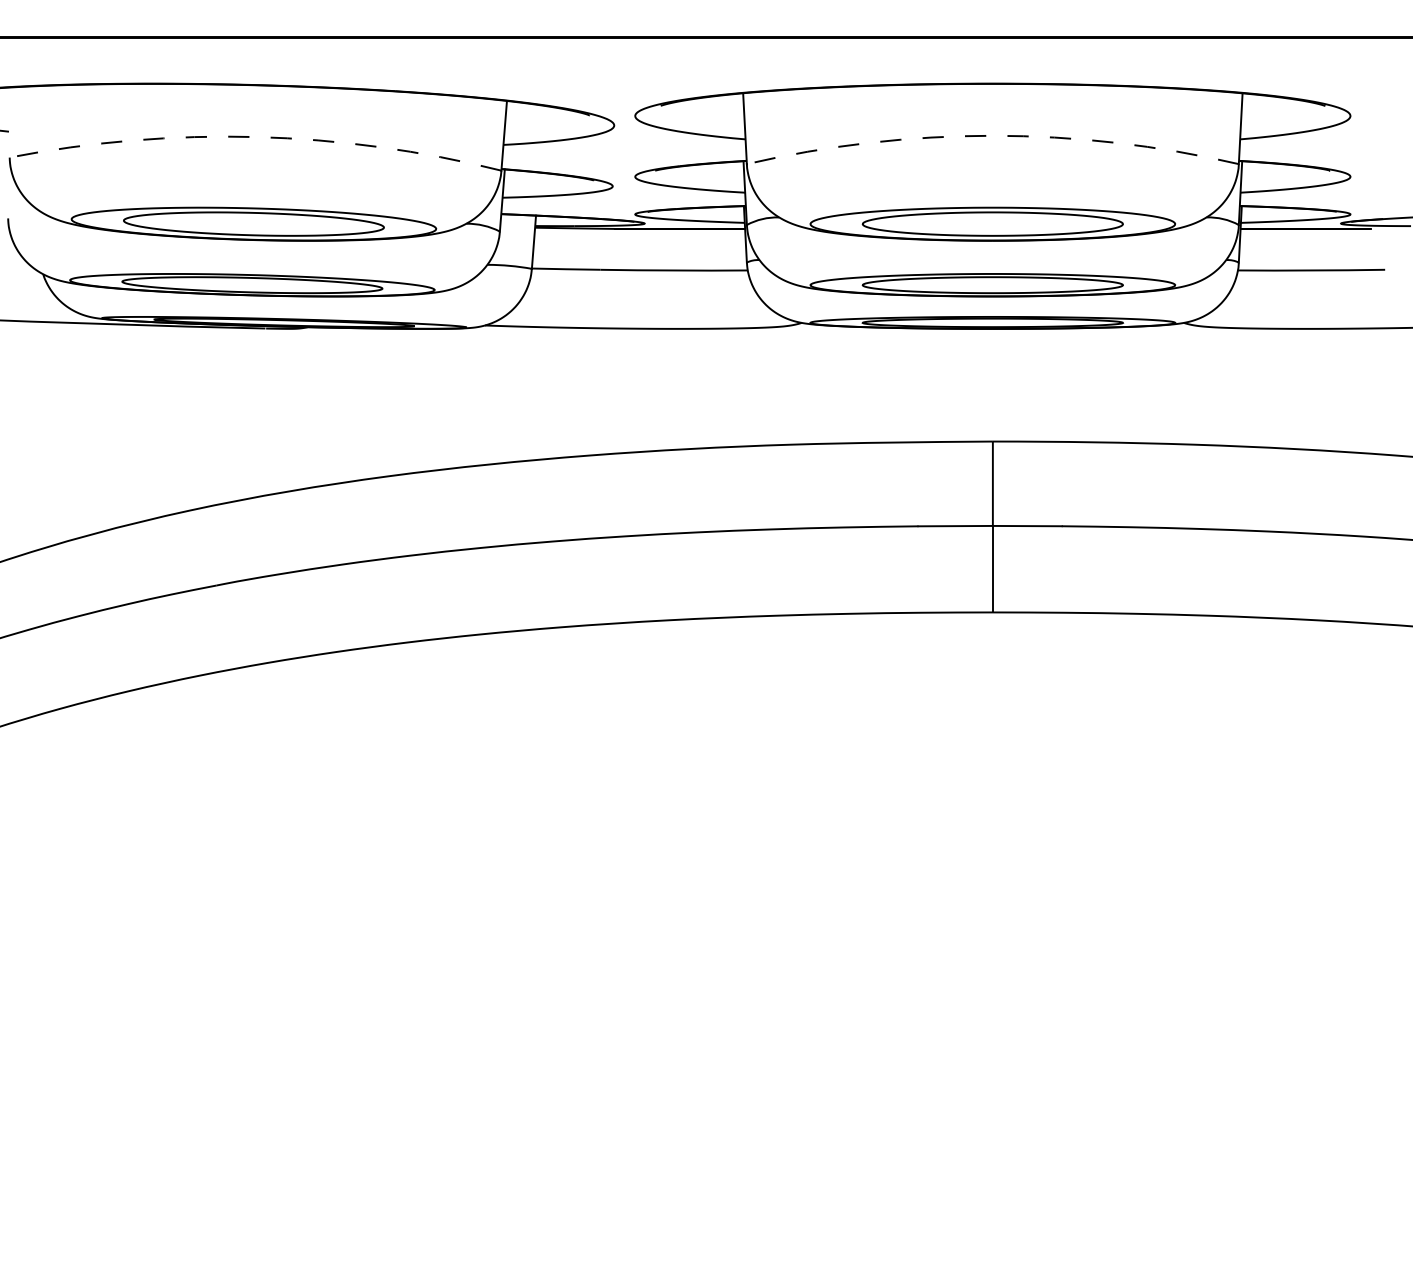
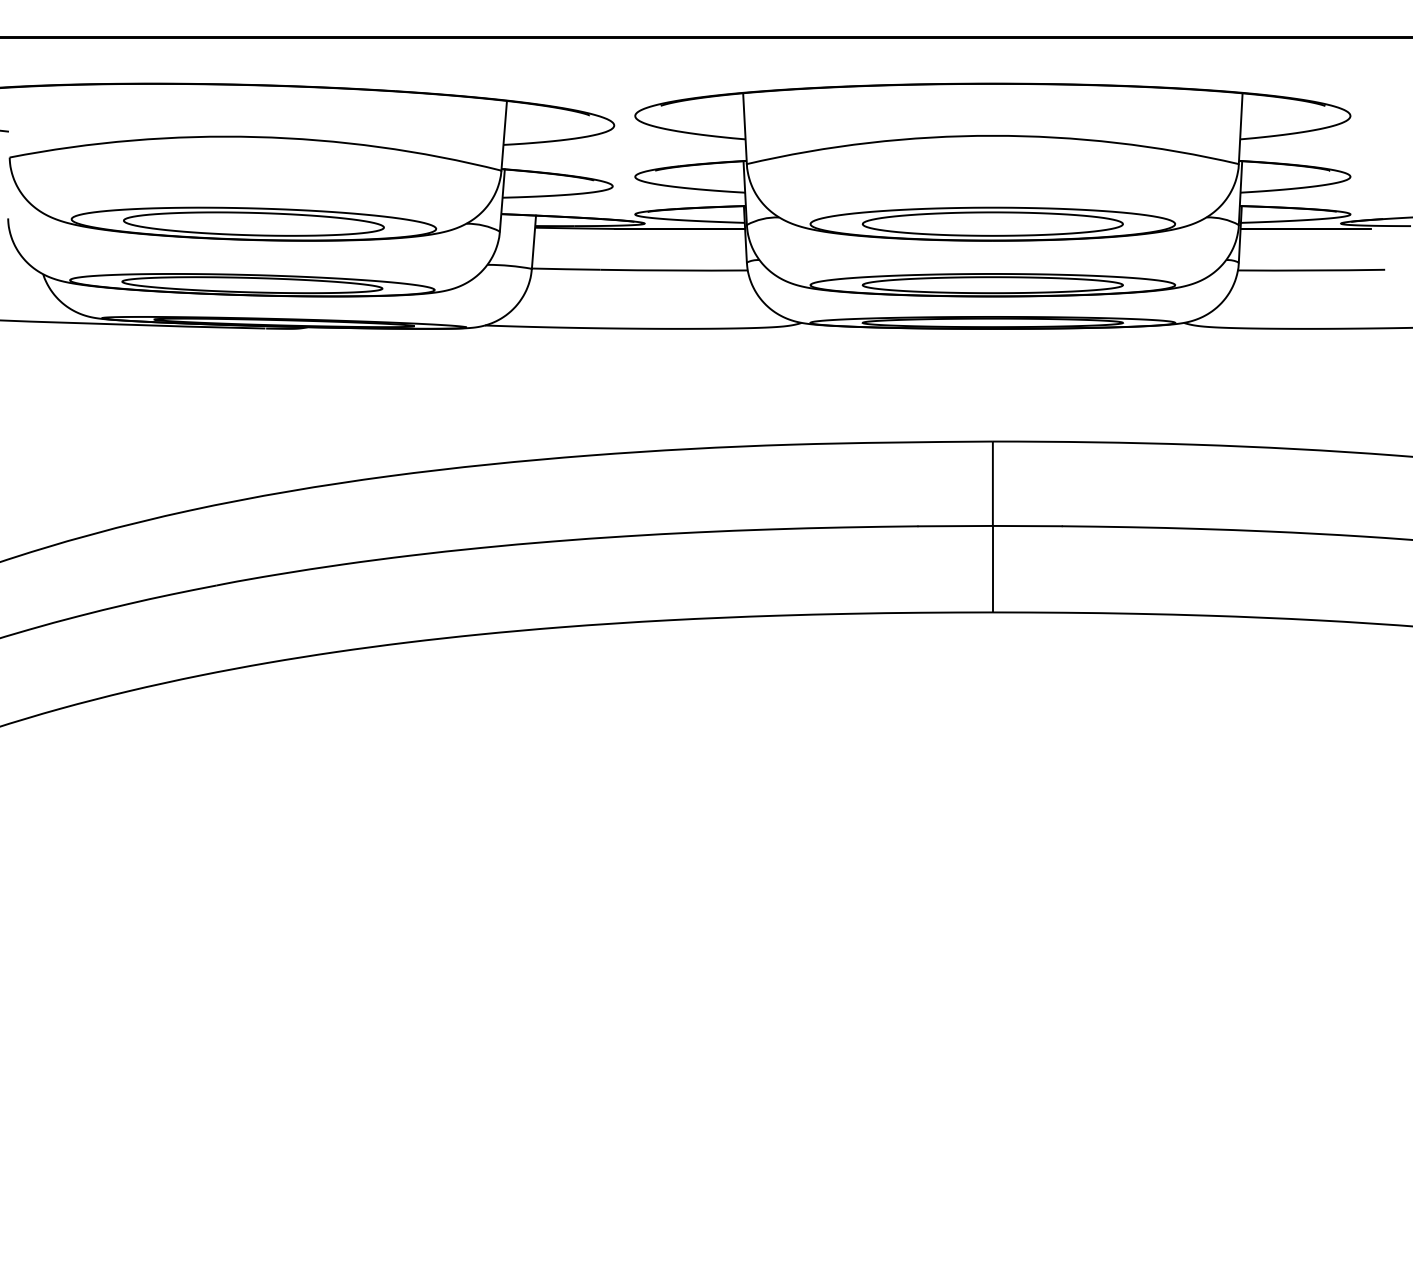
arc at (992, 135): dashed -> solid
arc at (256, 137): dashed -> solid
